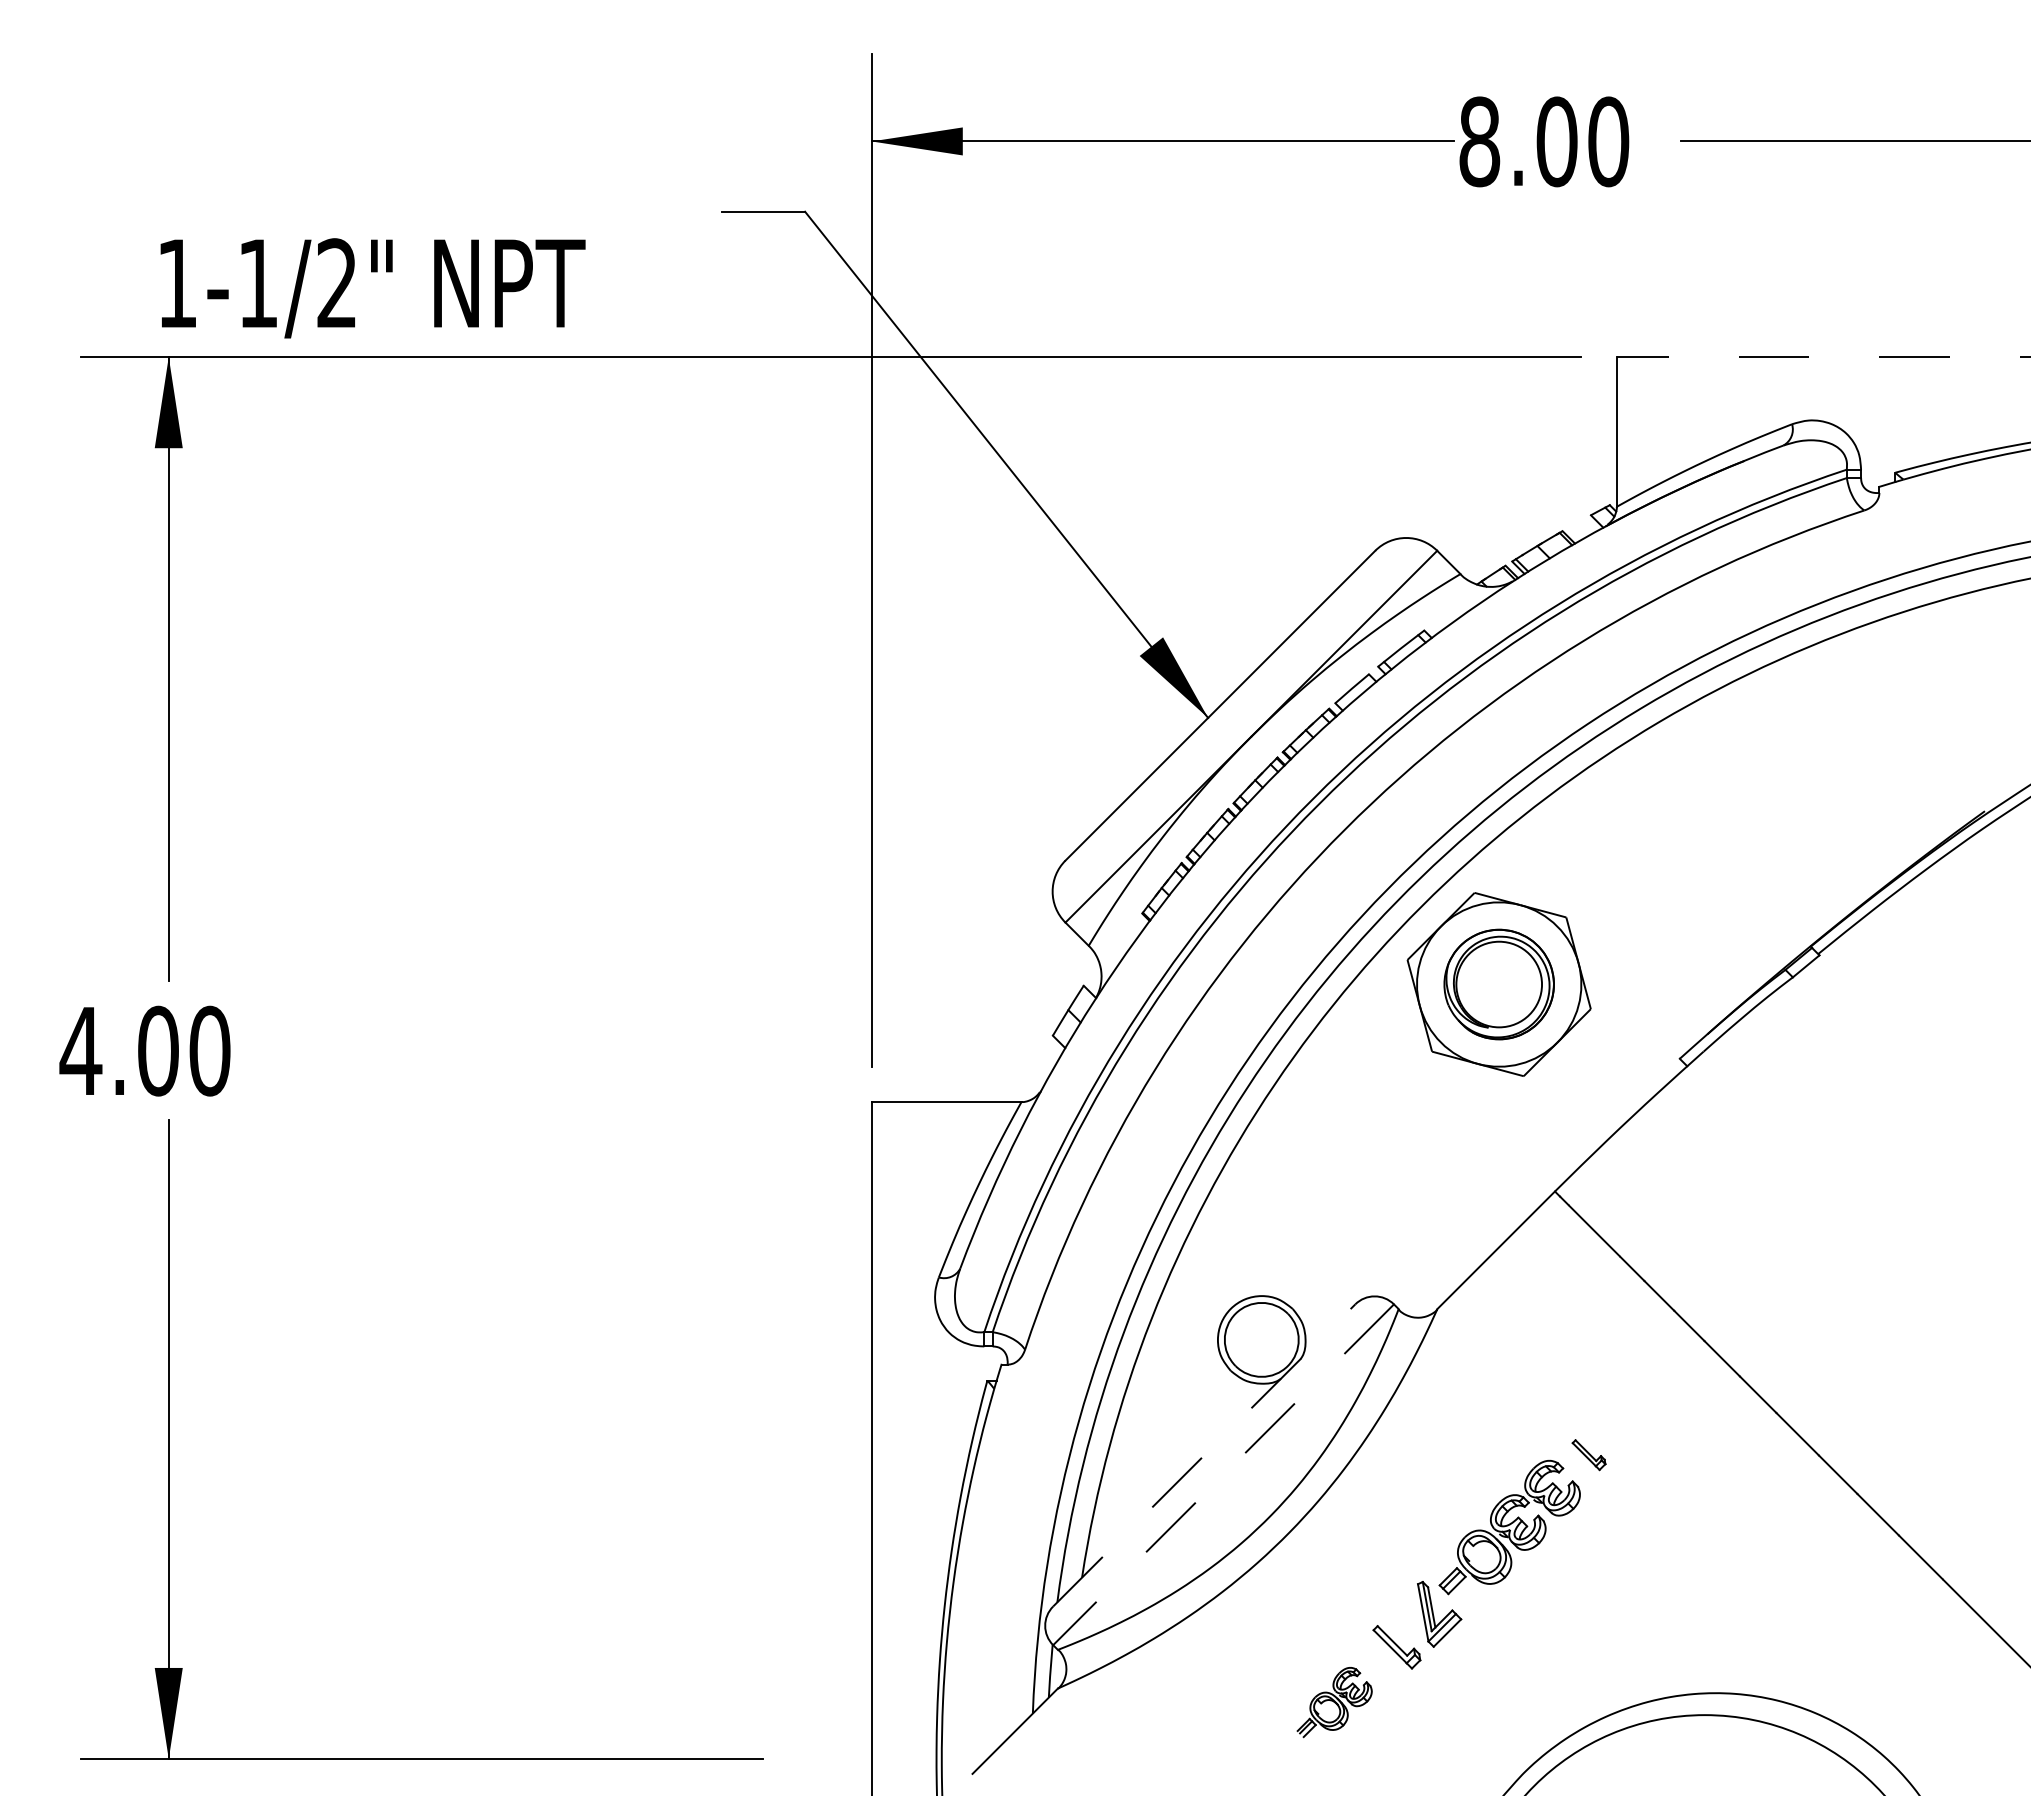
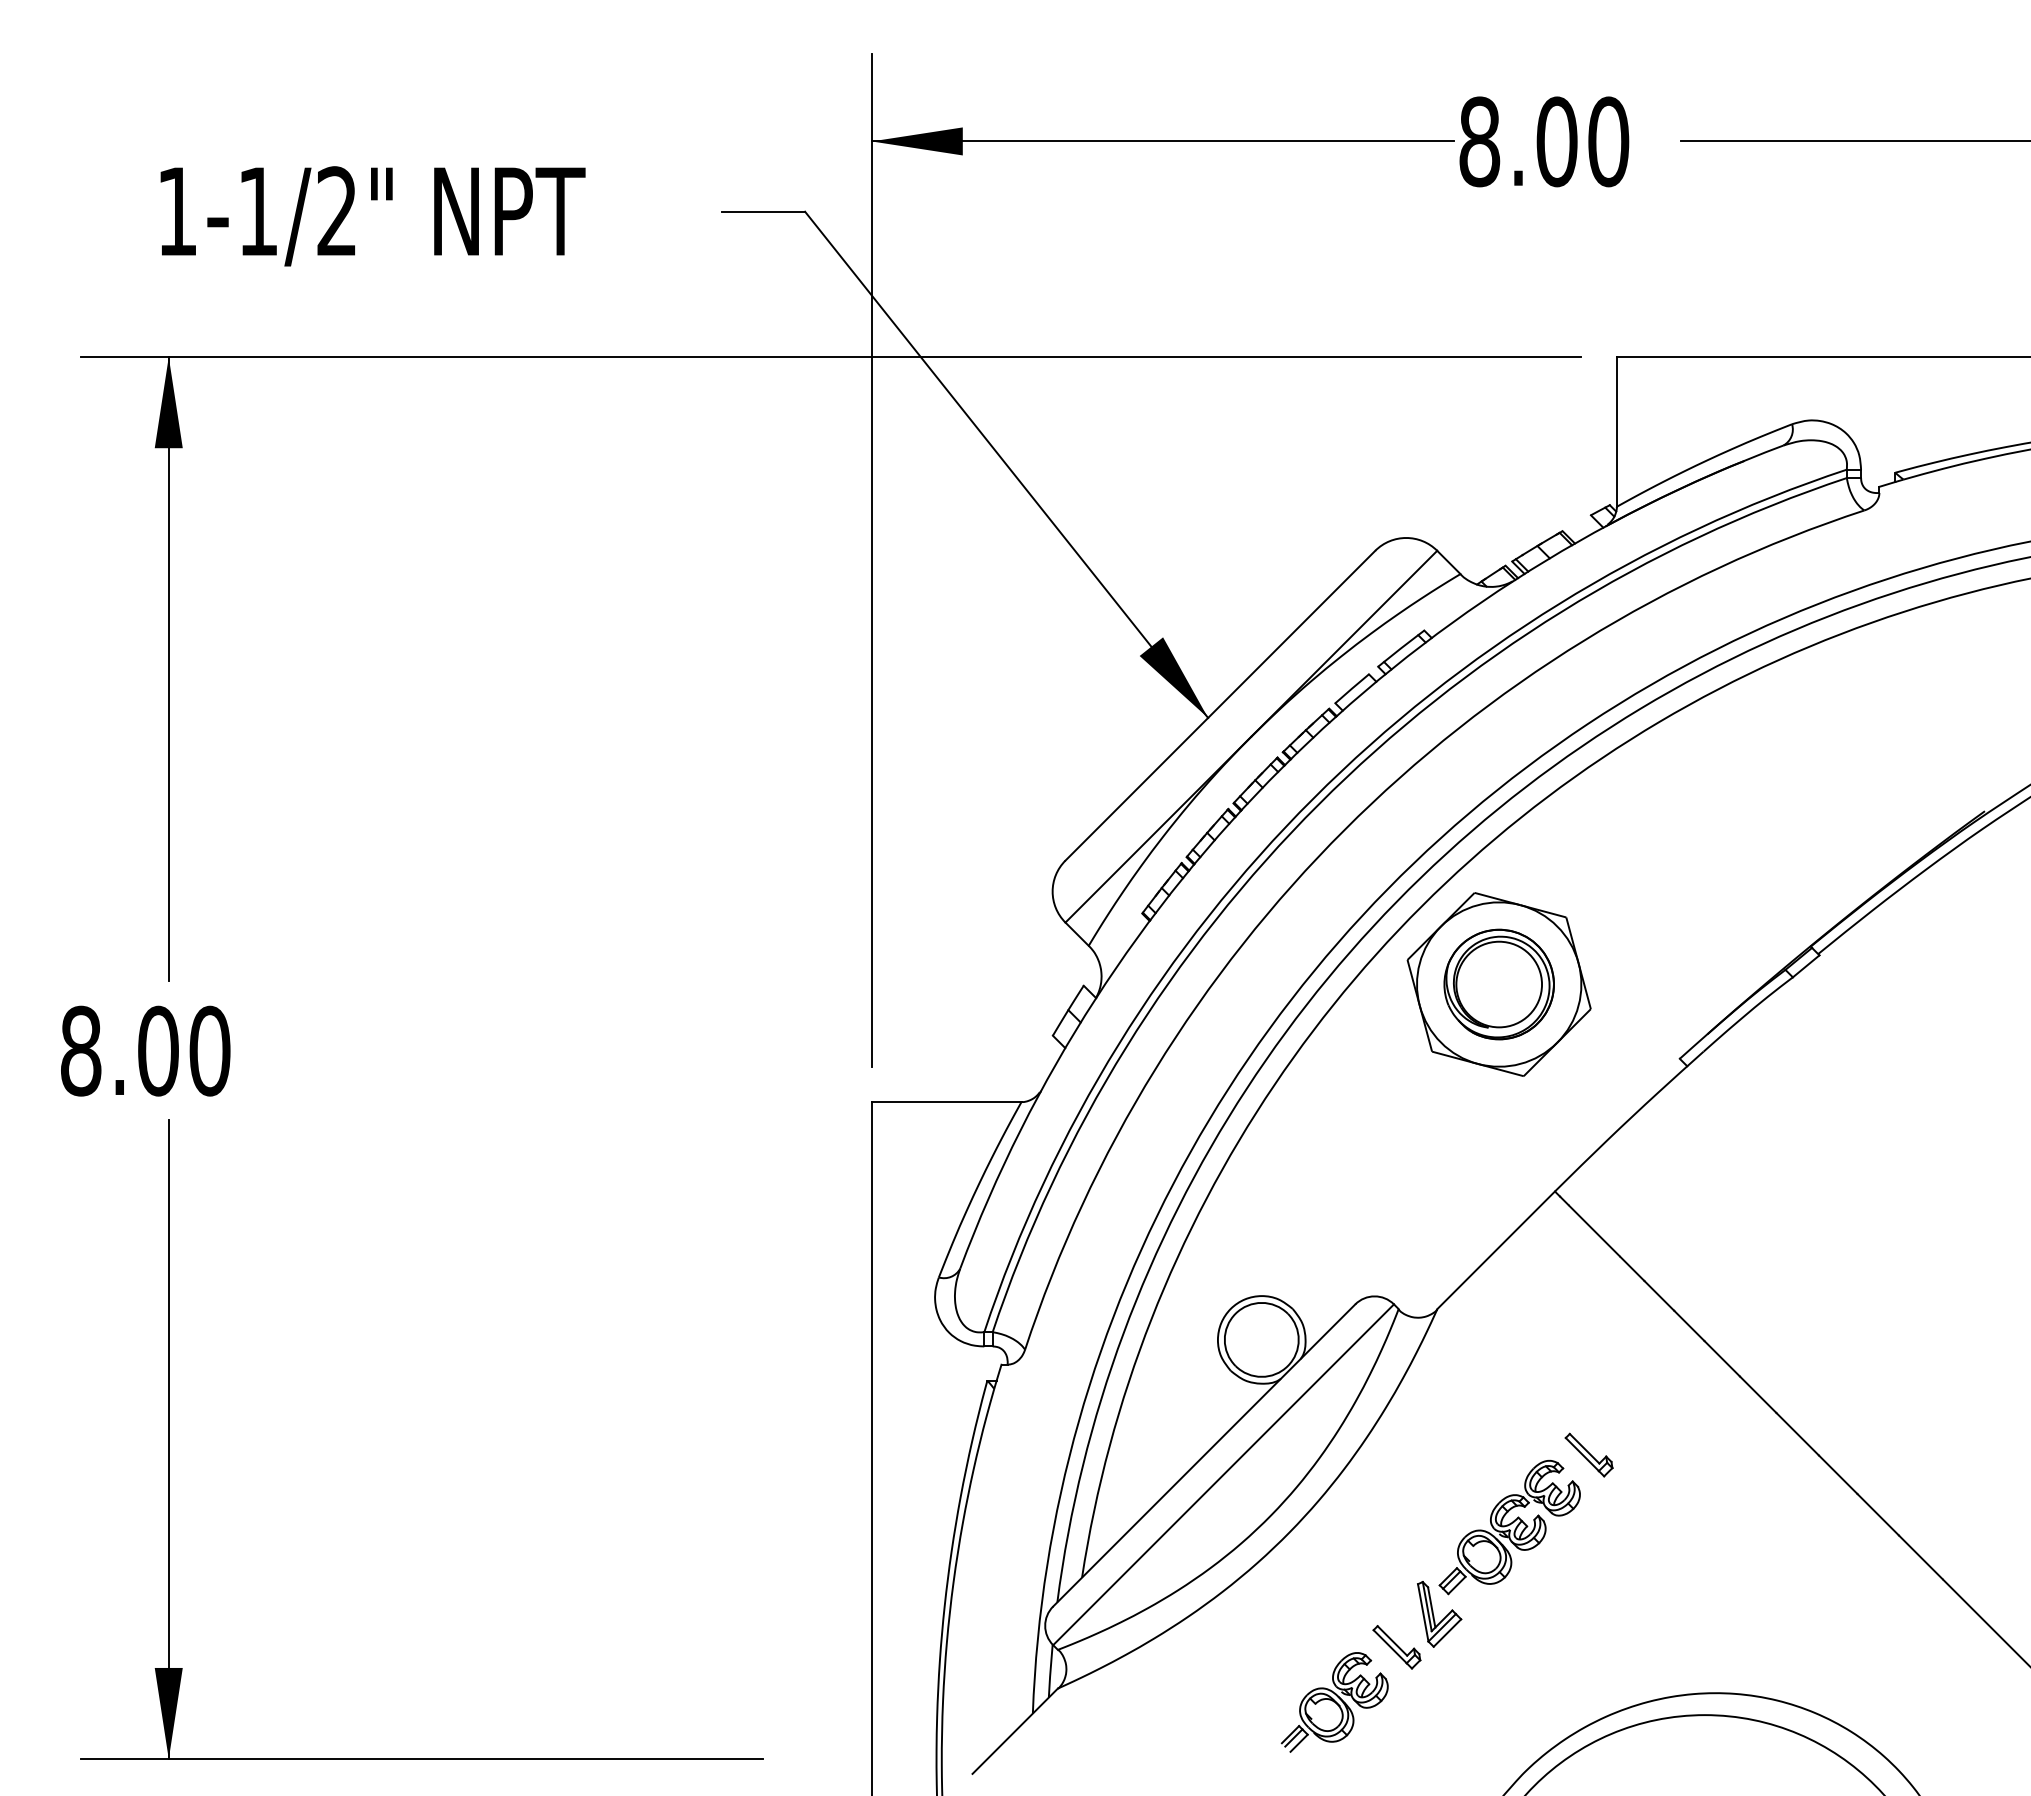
text at (372, 288) position: (372, 288) -> (372, 216)
line at (1823, 357): dashed -> solid
text at (80, 1050): 4.00 -> 8.00
line at (1204, 1455): dashed -> solid
part at (1588, 1455) size: 36x33 px -> 50x46 px
line at (1223, 1474): dashed -> solid
part at (1334, 1702) size: 77x72 px -> 109x101 px
